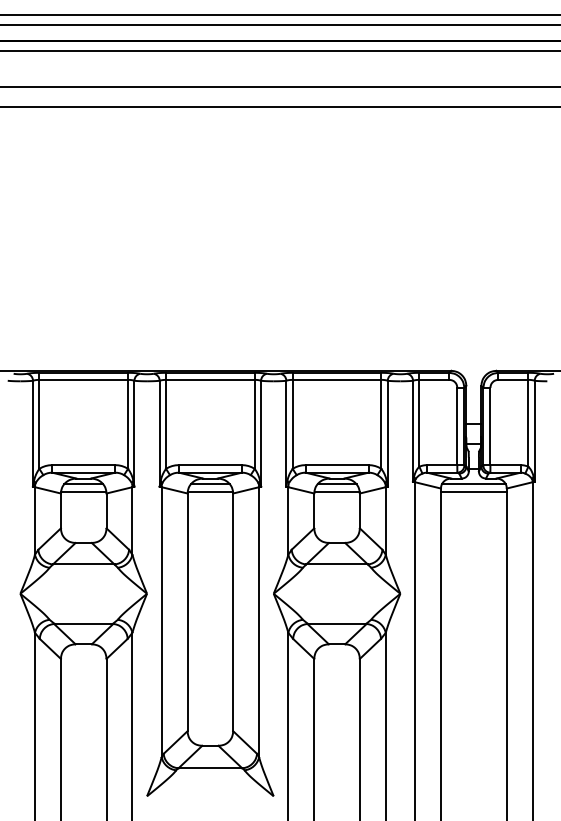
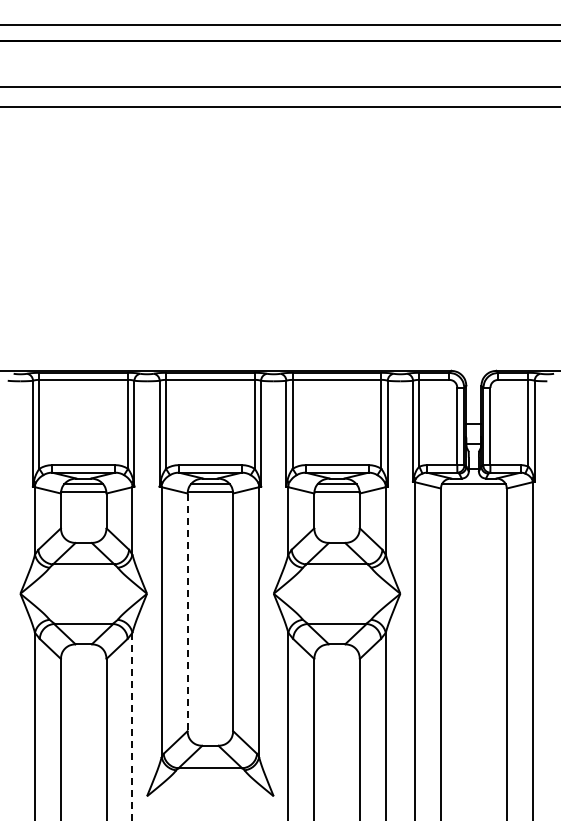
line at (279, 14): present -> none
line at (279, 51): present -> none
line at (473, 491): present -> none
line at (187, 612): solid -> dashed
line at (132, 726): solid -> dashed
